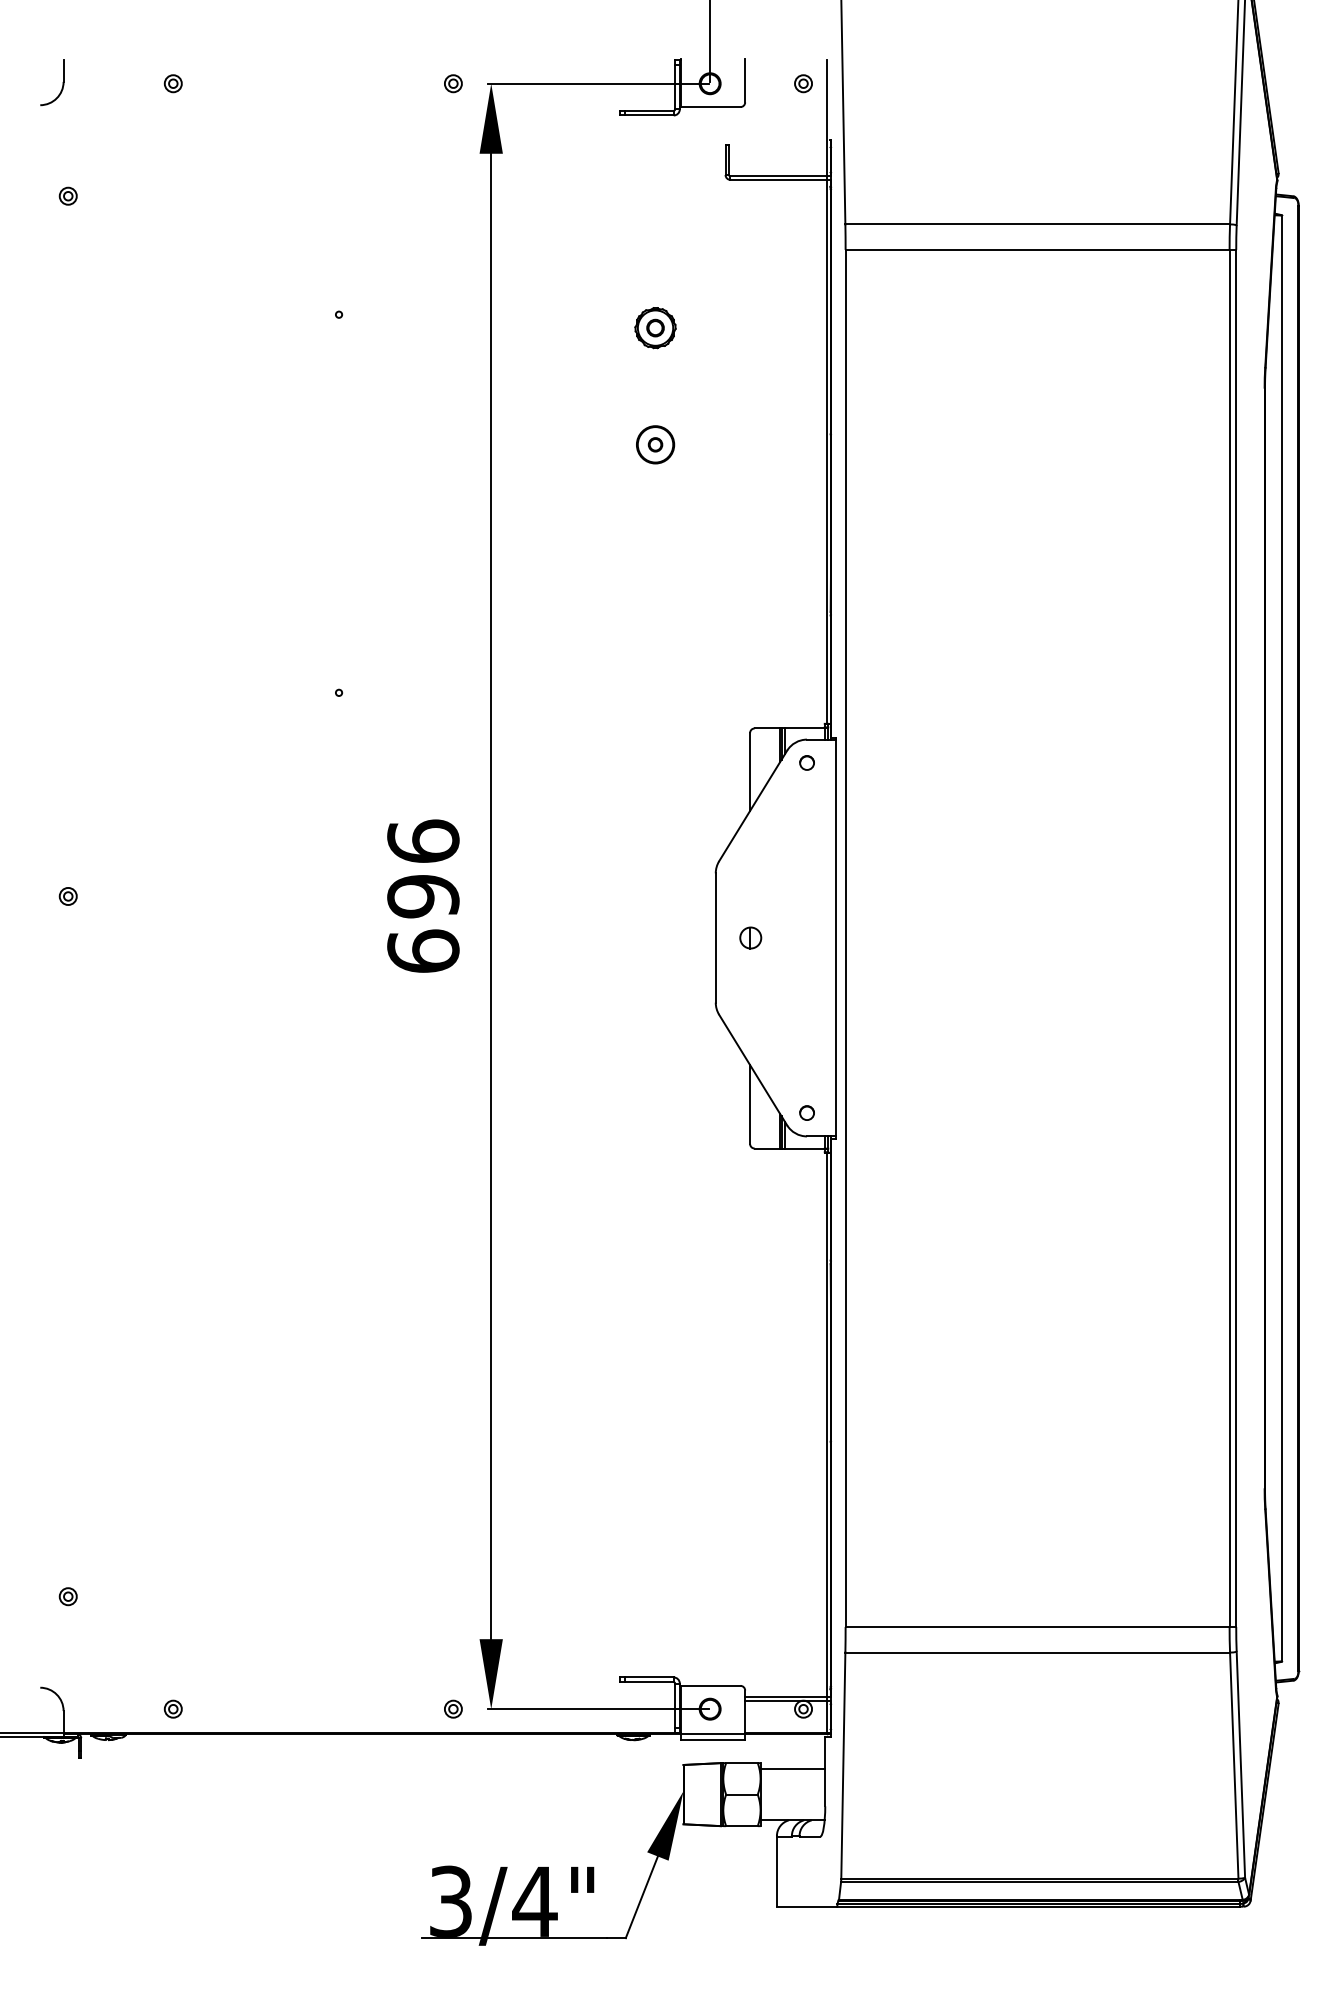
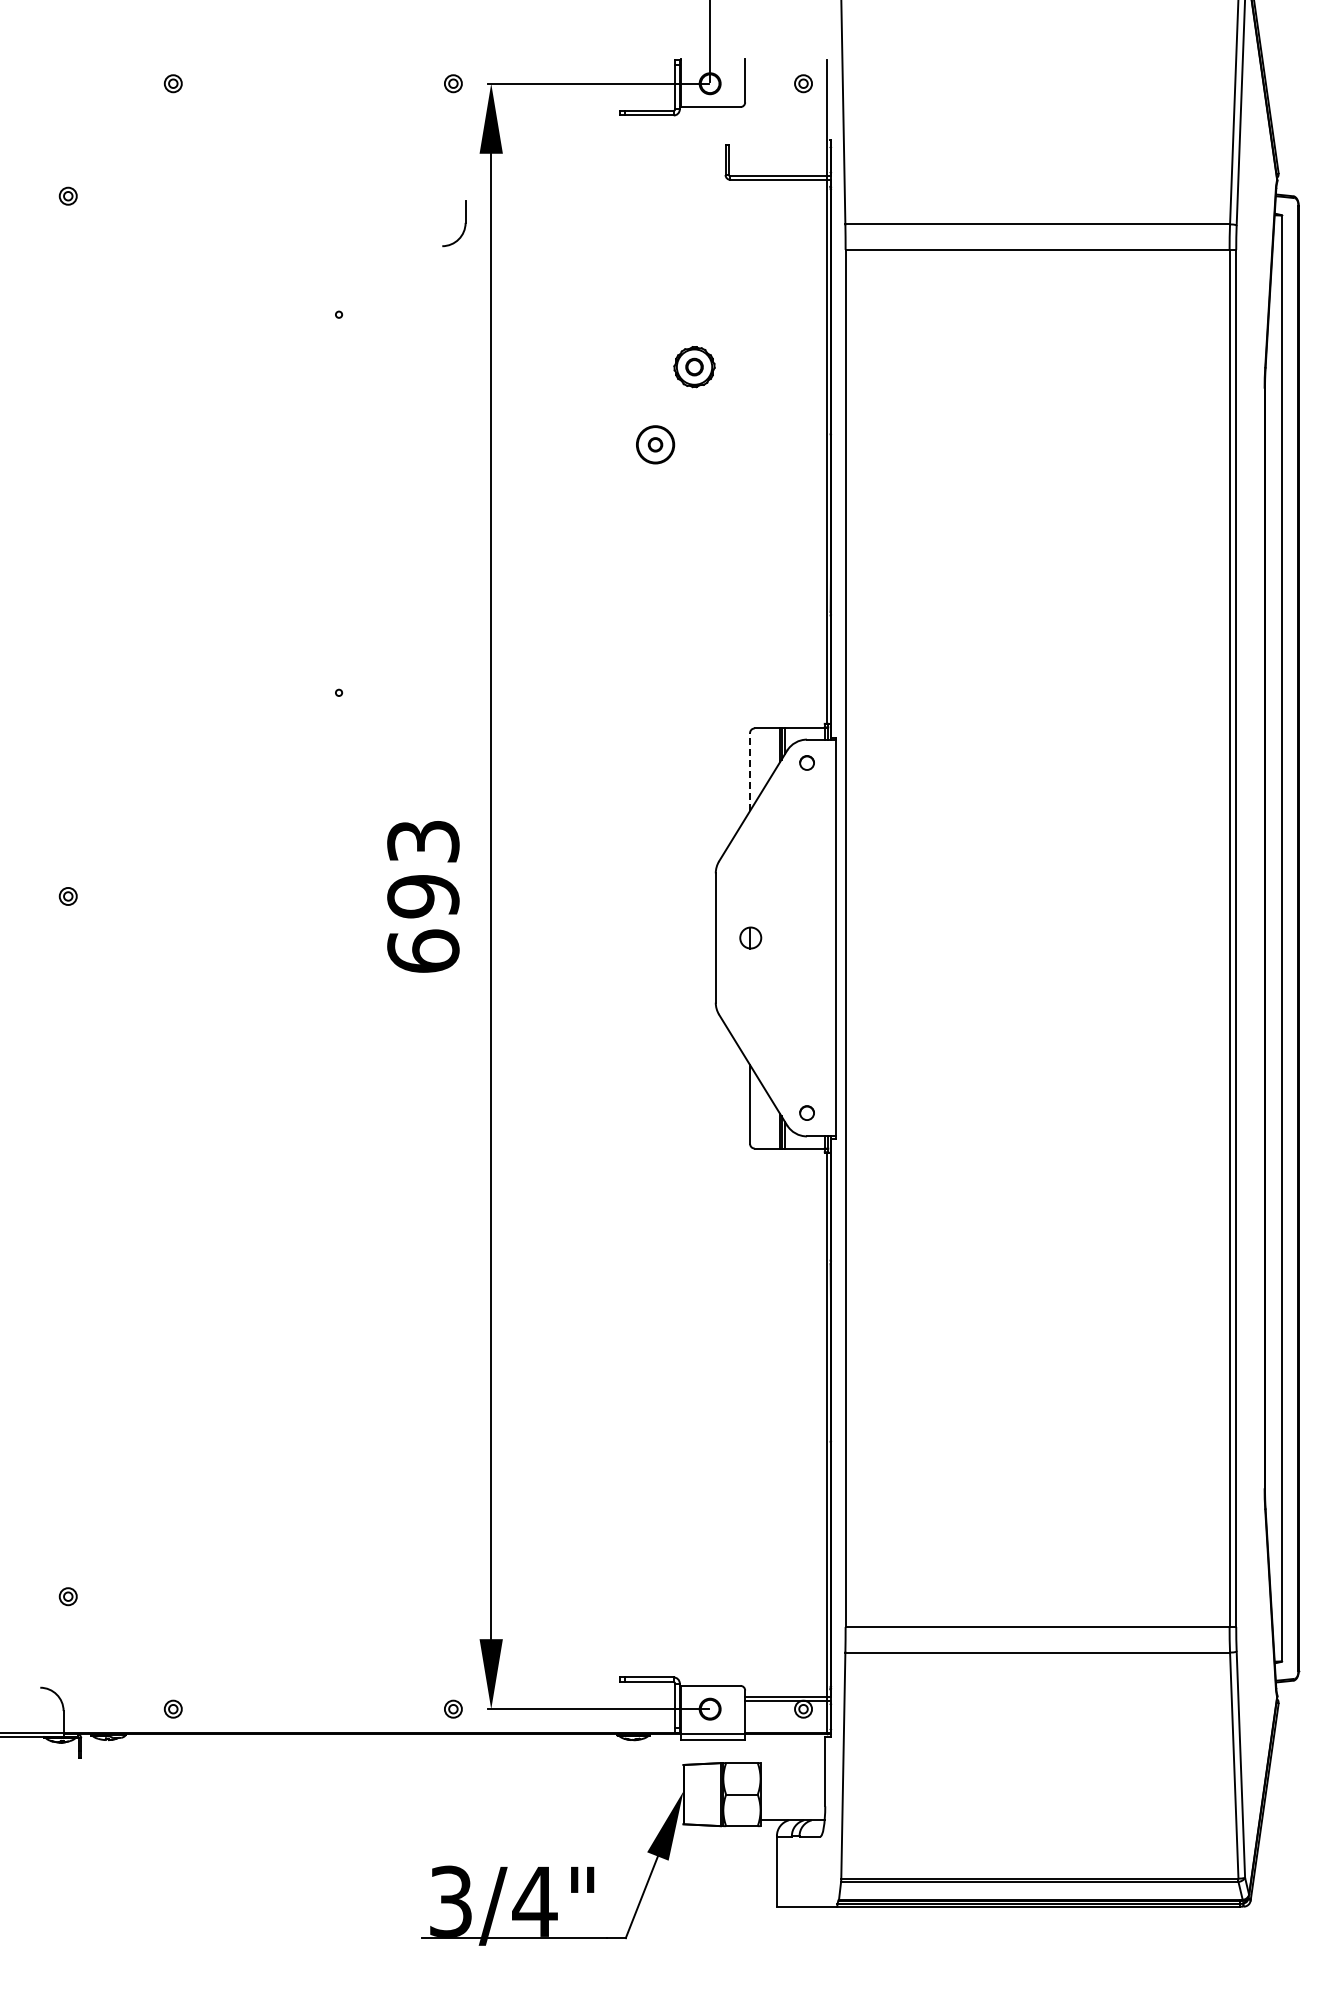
part at (62, 82) position: (62, 82) -> (464, 223)
part at (655, 328) position: (655, 328) -> (694, 367)
line at (750, 772): solid -> dashed
text at (423, 840): 696 -> 693
line at (792, 1768): present -> none
